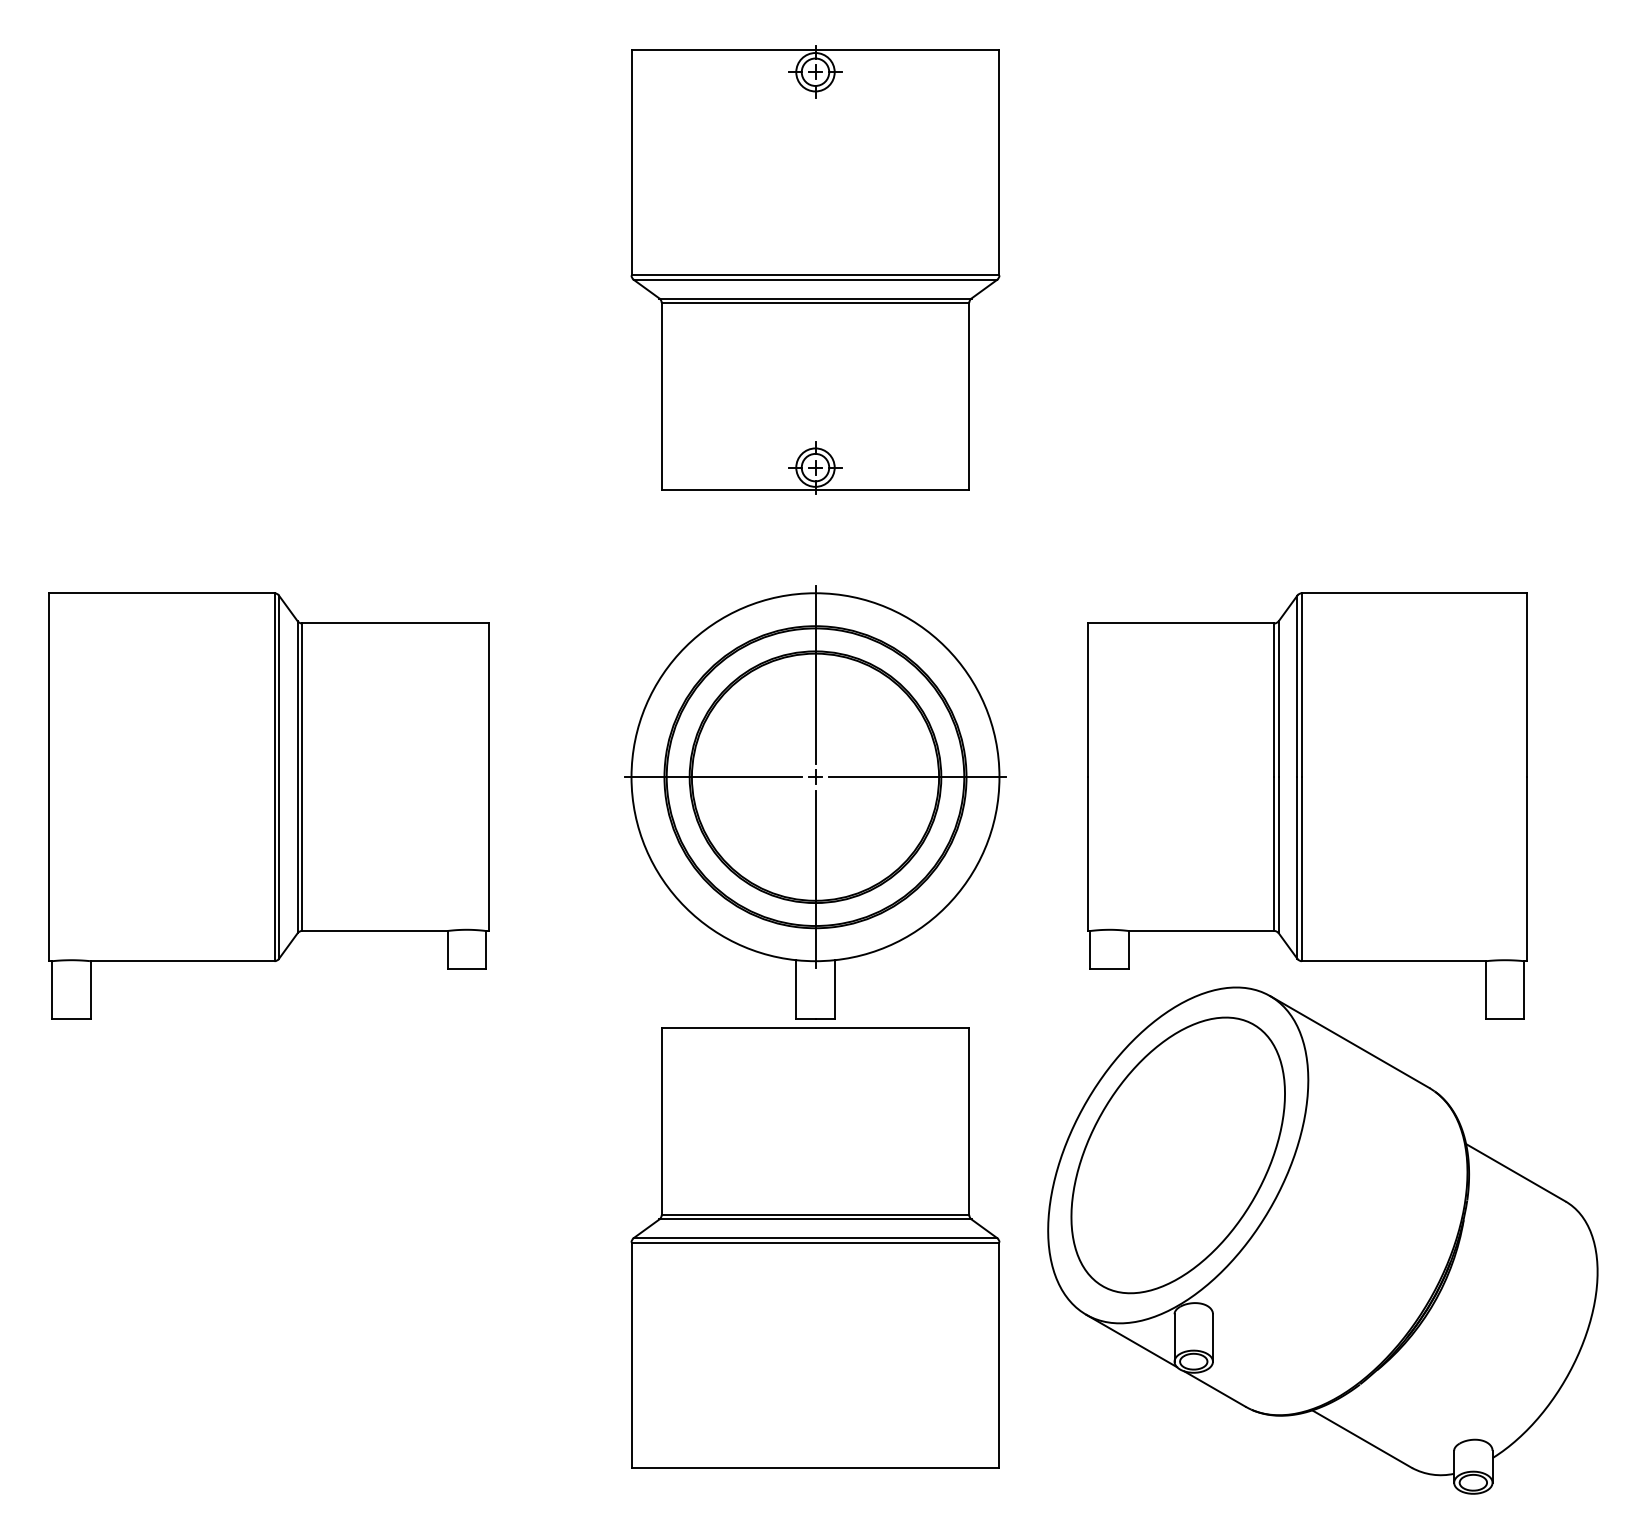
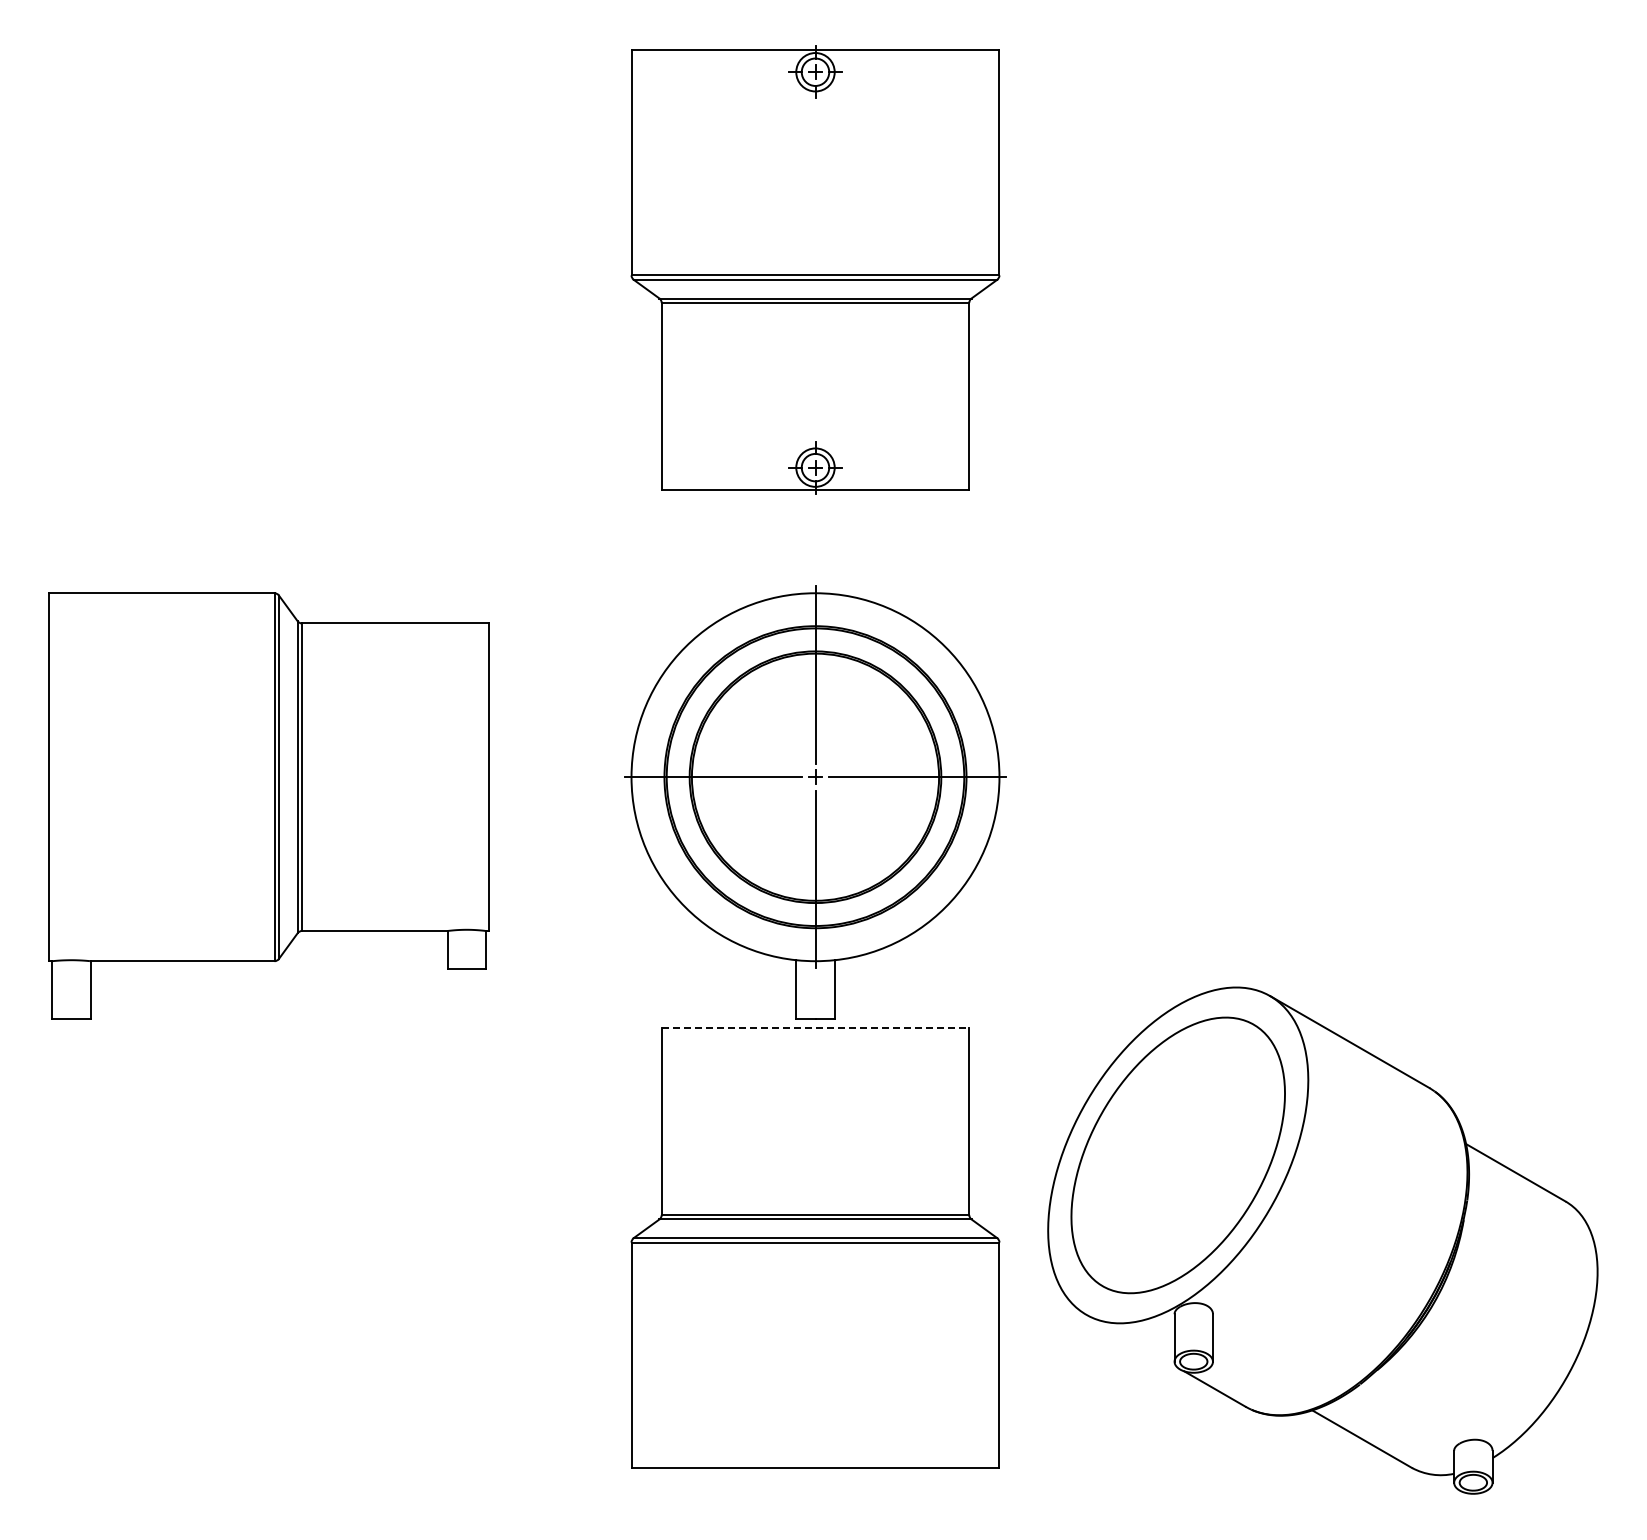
part at (1307, 805): present -> none
line at (815, 1028): solid -> dashed
line at (1131, 1340): present -> none
